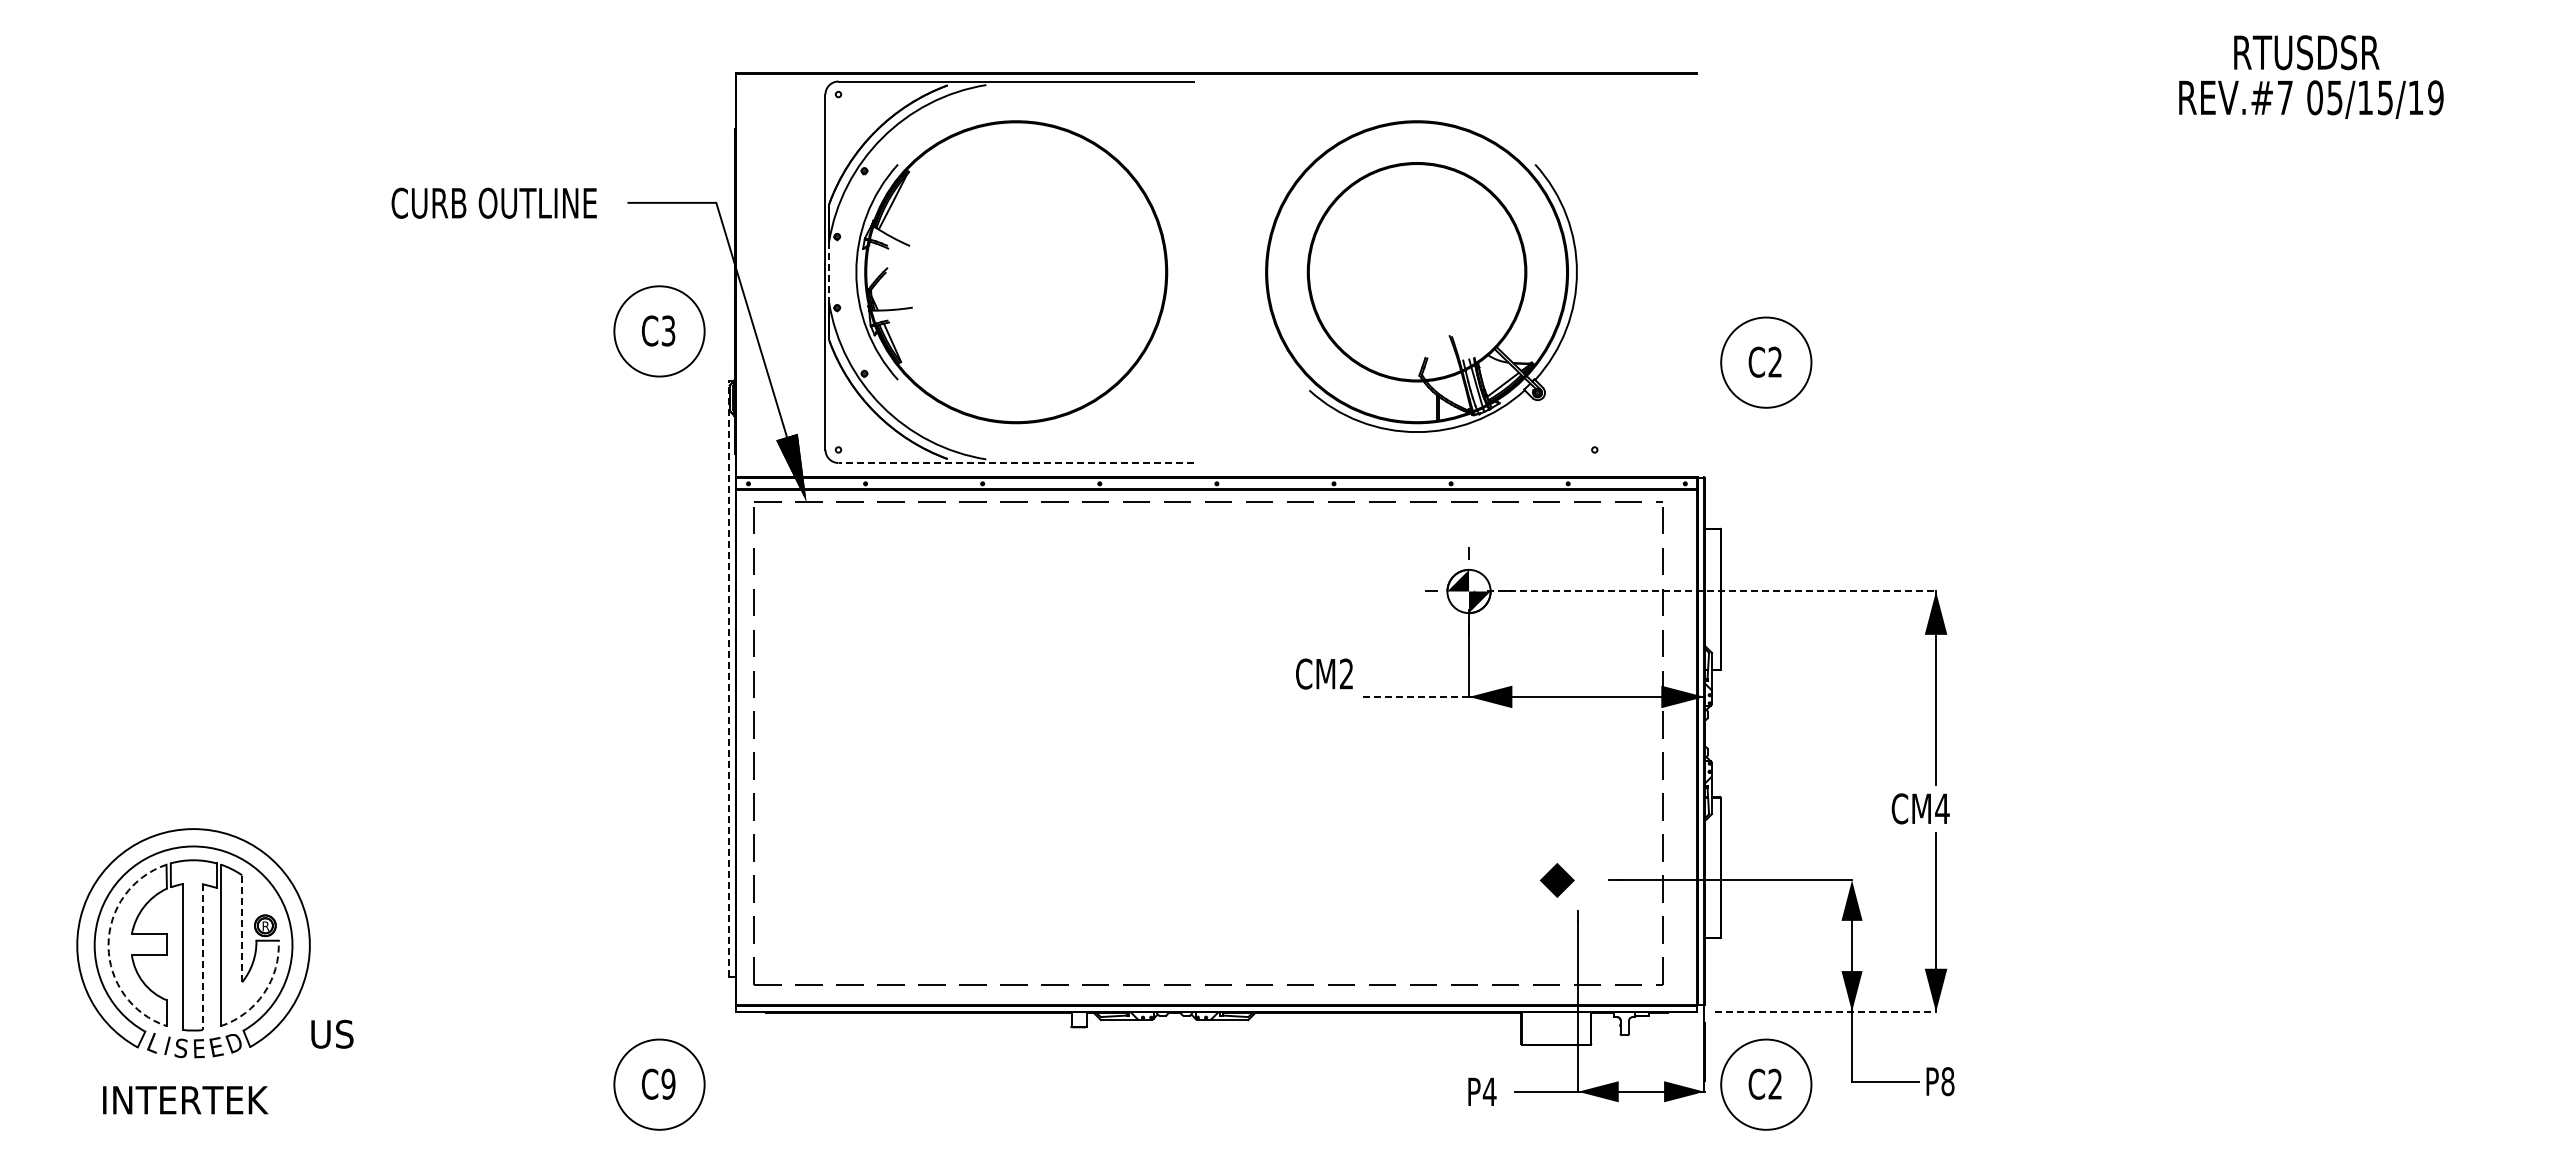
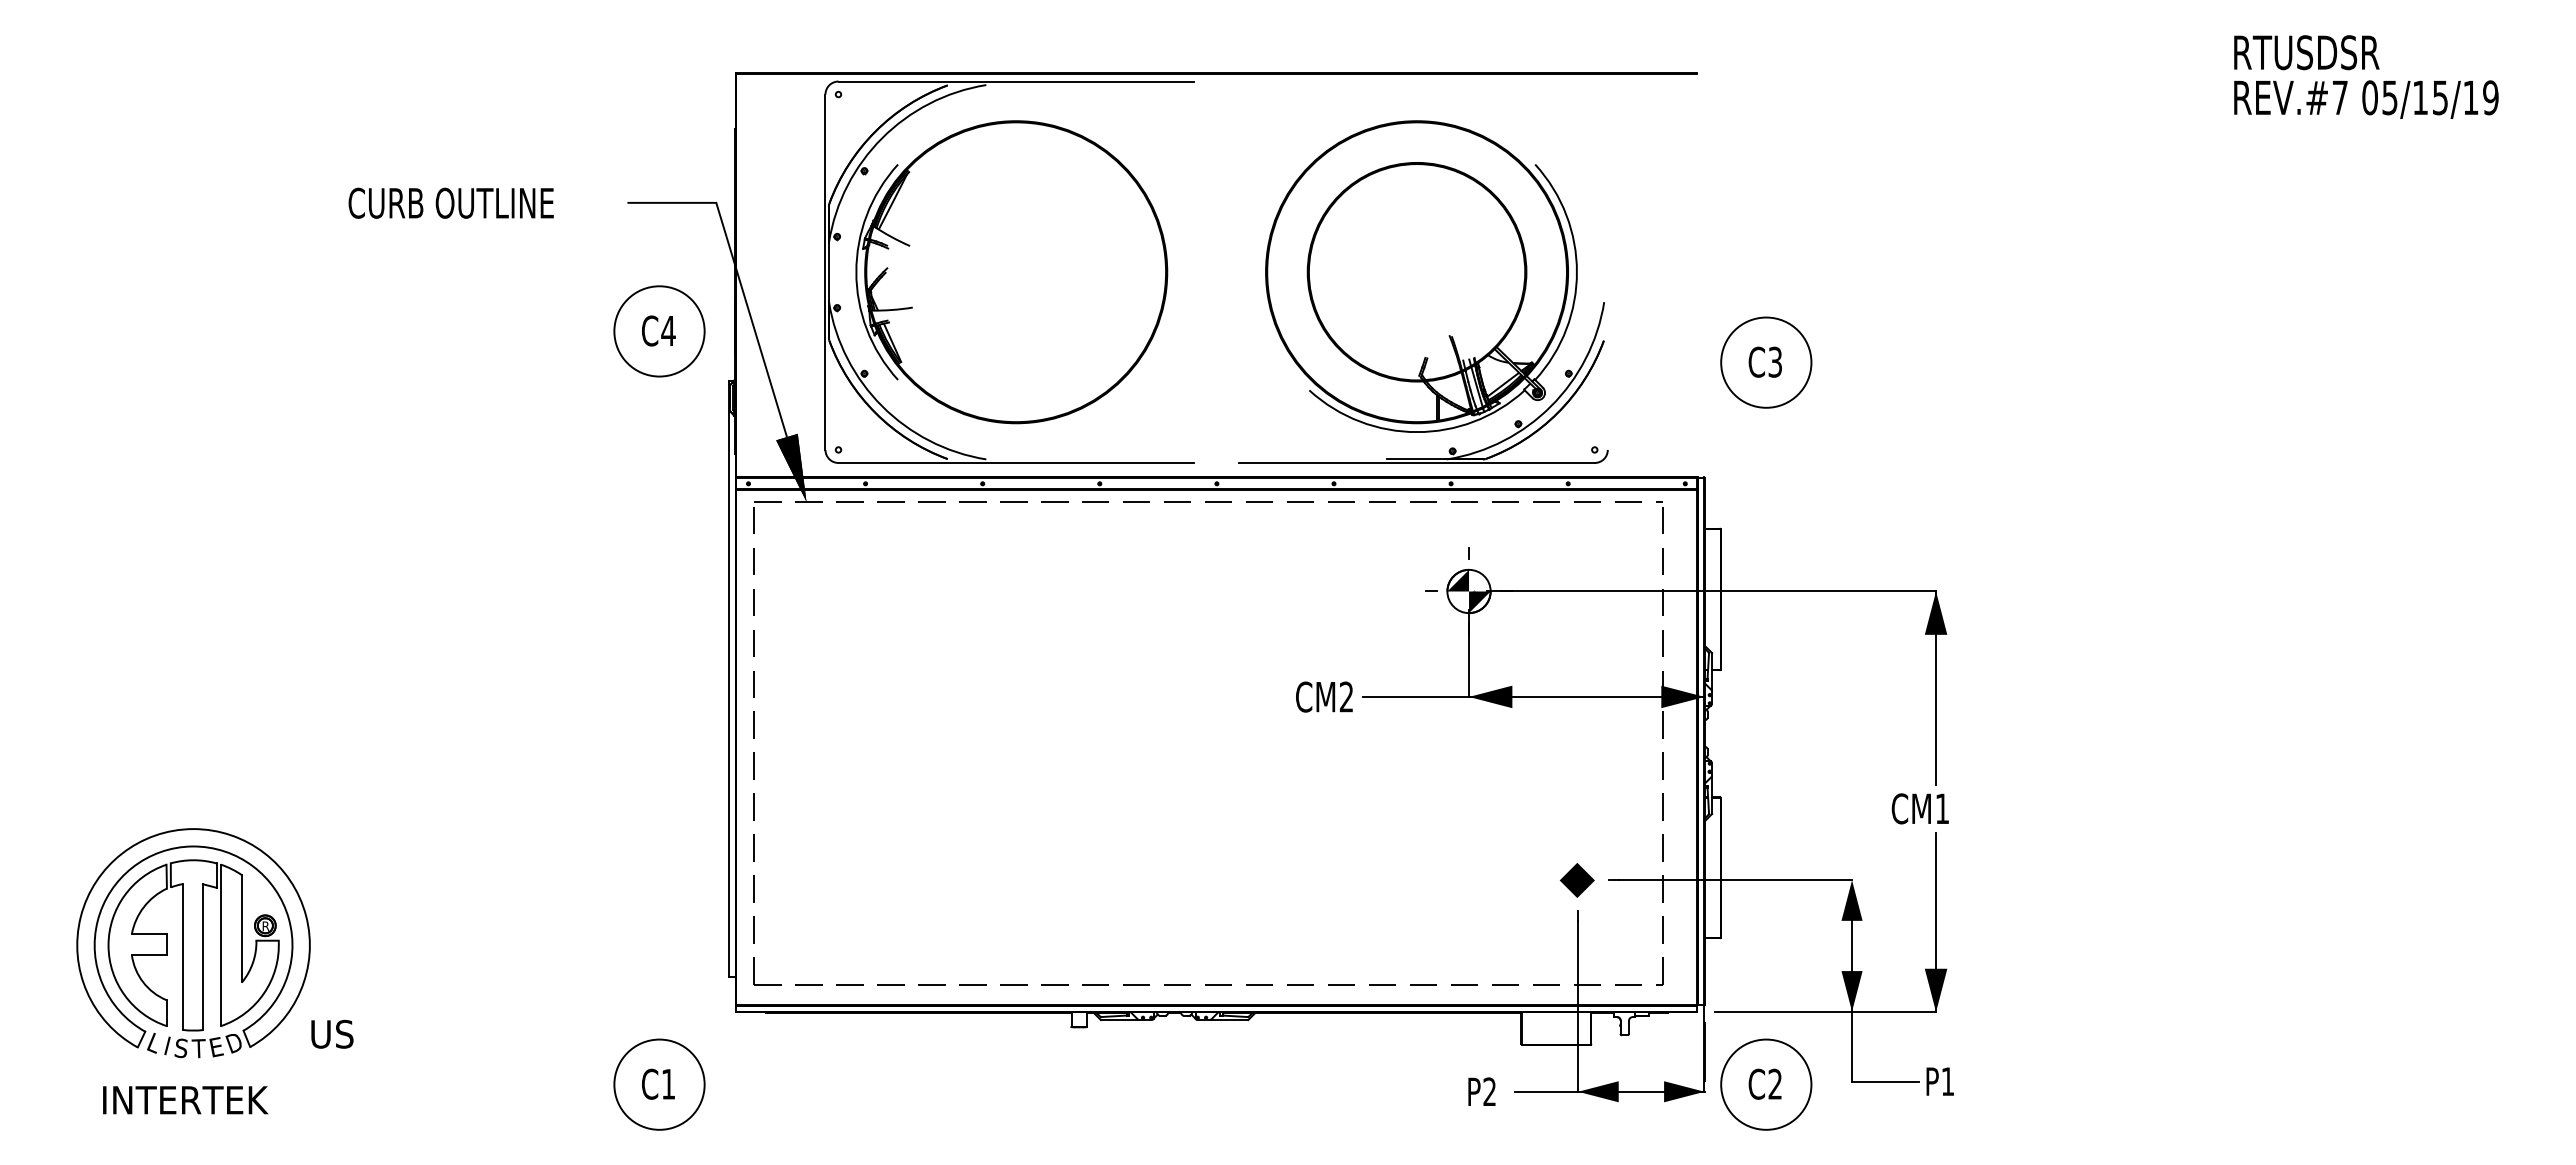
text at (2311, 99) position: (2311, 99) -> (2366, 99)
text at (493, 202) position: (493, 202) -> (450, 202)
line at (829, 272): dashed -> solid
text at (668, 330): C3 -> C4
text at (1774, 362): C2 -> C3
part at (1451, 447): none -> present
line at (1016, 462): dashed -> solid
line at (1712, 591): dashed -> solid
text at (1324, 673) position: (1324, 673) -> (1324, 696)
line at (729, 679): dashed -> solid
line at (1415, 696): dashed -> solid
text at (1942, 808): CM4 -> CM1
part at (1557, 880) position: (1557, 880) -> (1577, 880)
line at (242, 928): dashed -> solid
arc at (108, 945): dashed -> solid
line at (202, 957): dashed -> solid
arc at (264, 993): dashed -> solid
line at (1826, 1012): dashed -> solid
text at (198, 1048): E -> T
text at (1947, 1081): P8 -> P1
text at (668, 1083): C9 -> C1
text at (1489, 1091): P4 -> P2
